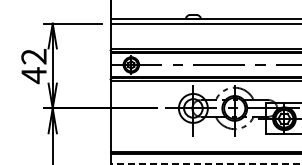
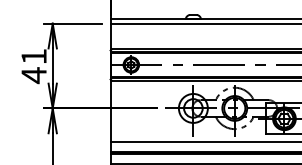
text at (33, 56): 42 -> 41
line at (204, 141): none -> present
line at (205, 164): dashed -> solid
